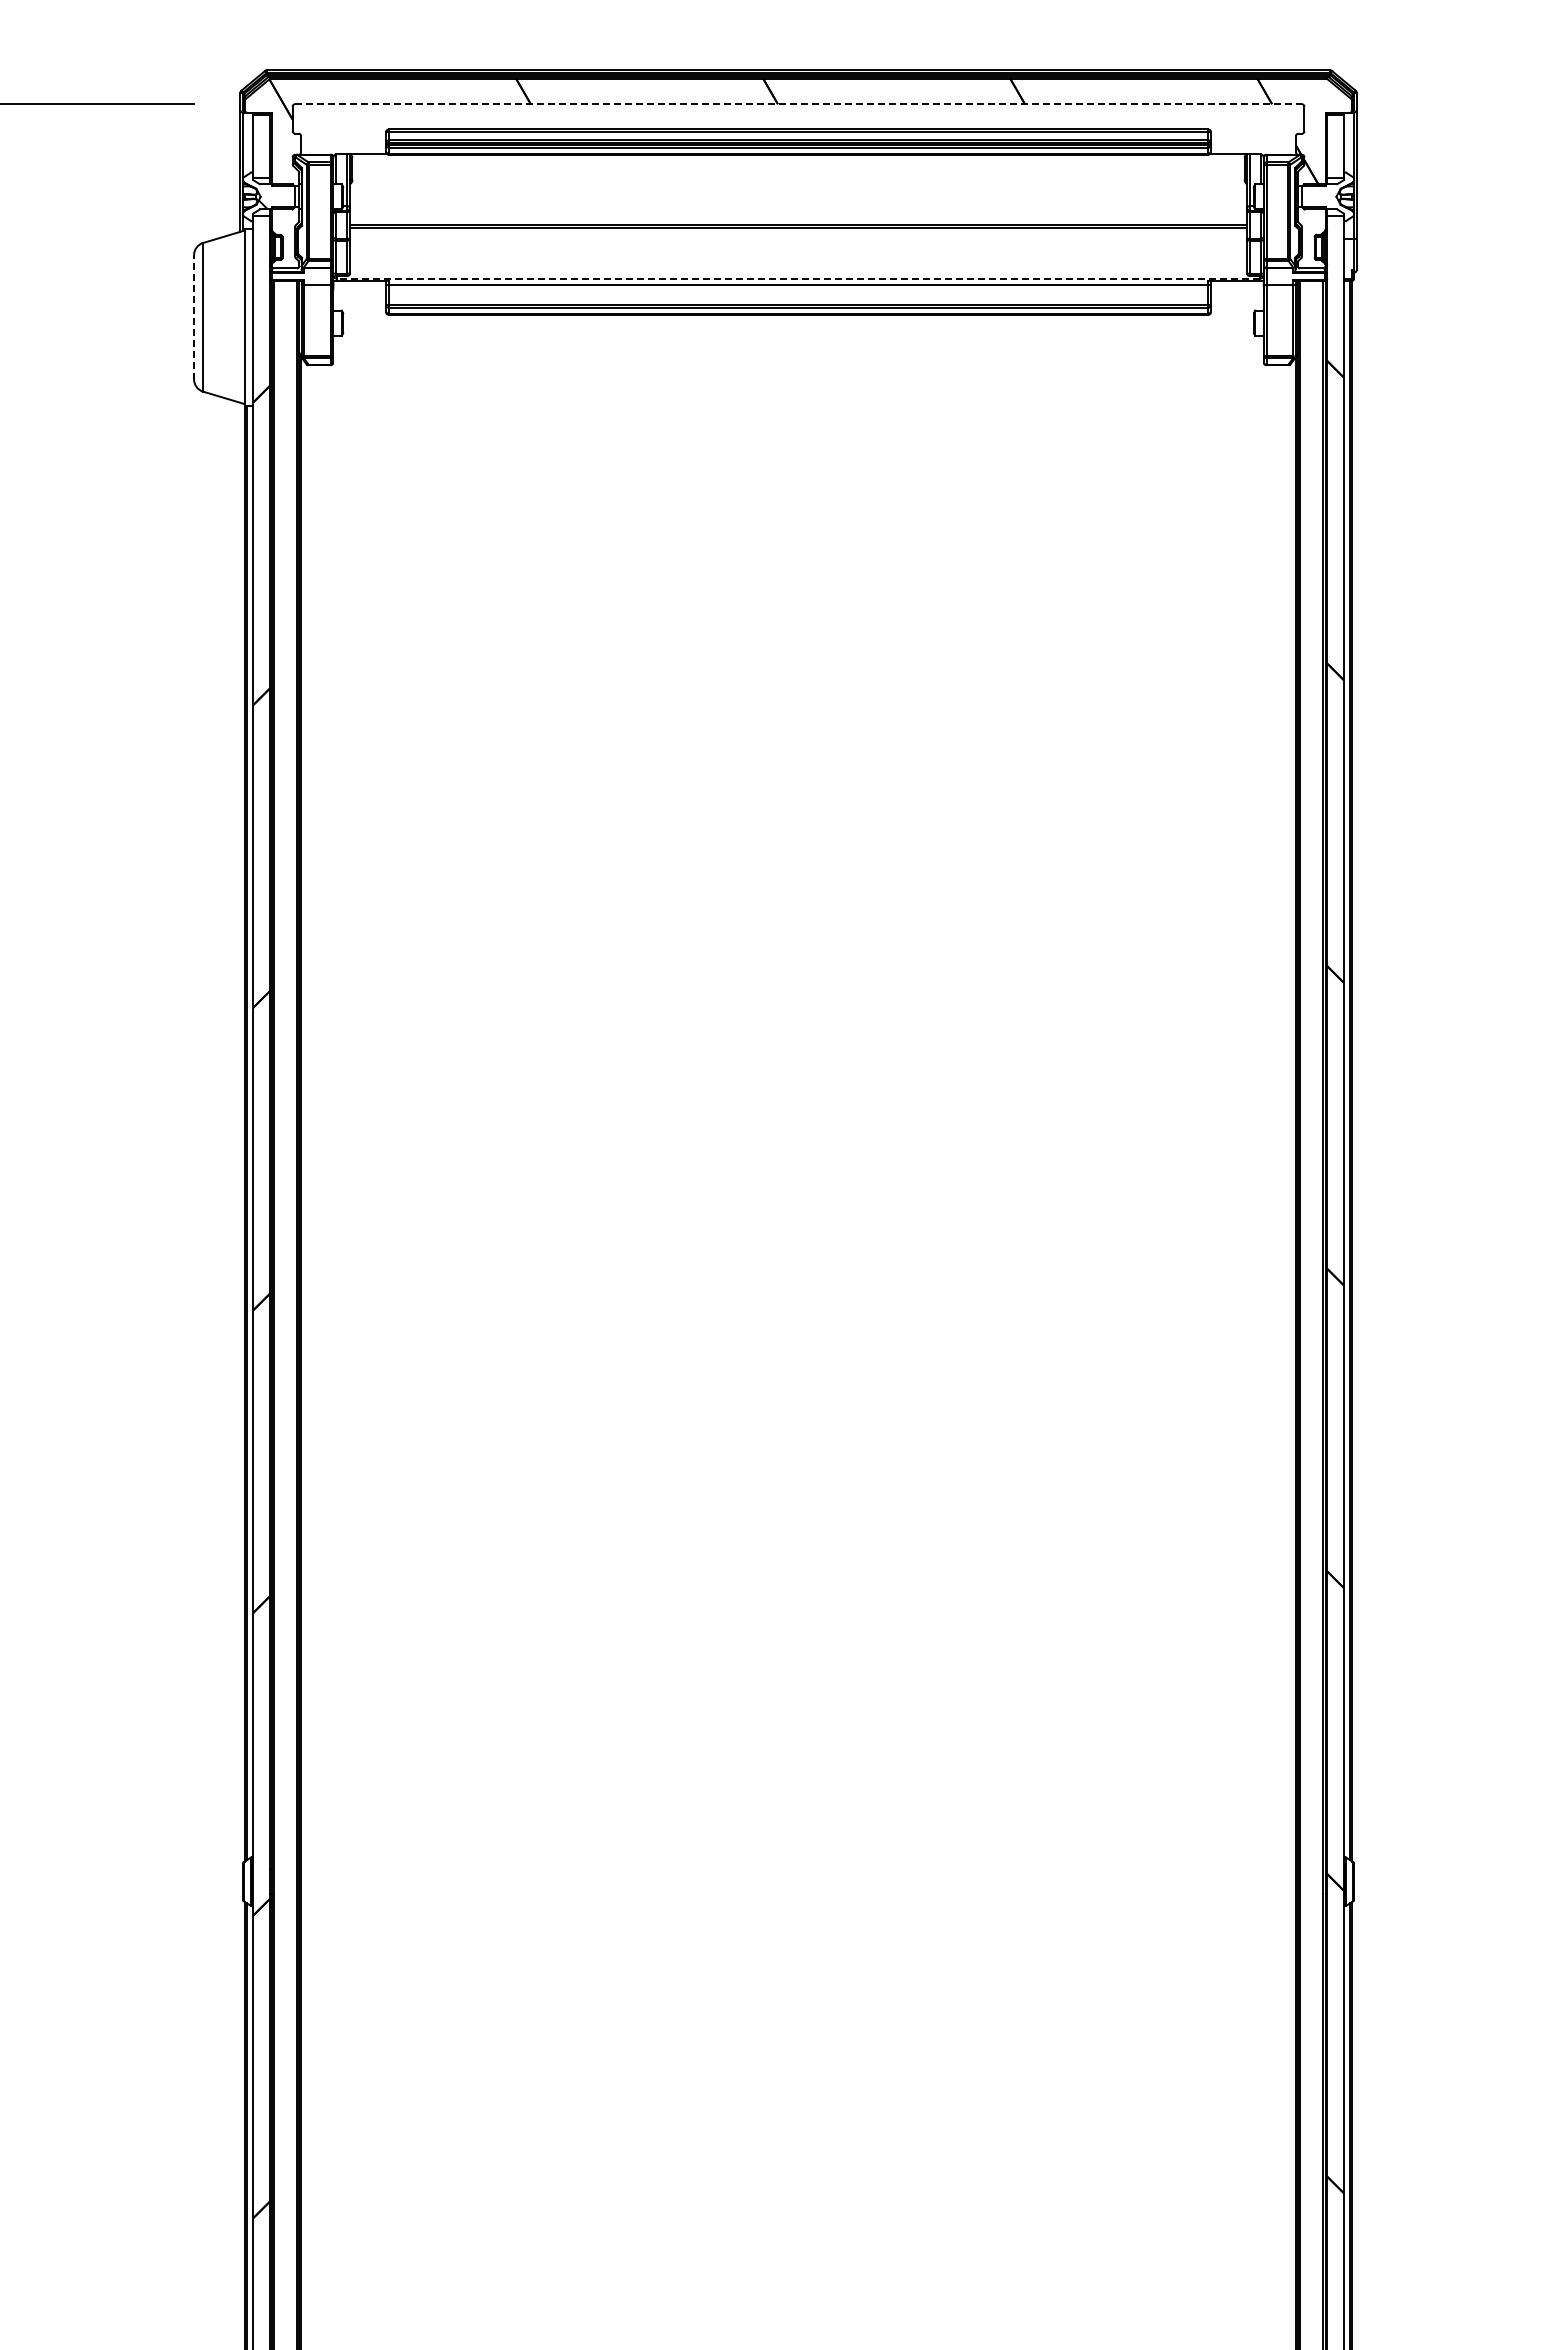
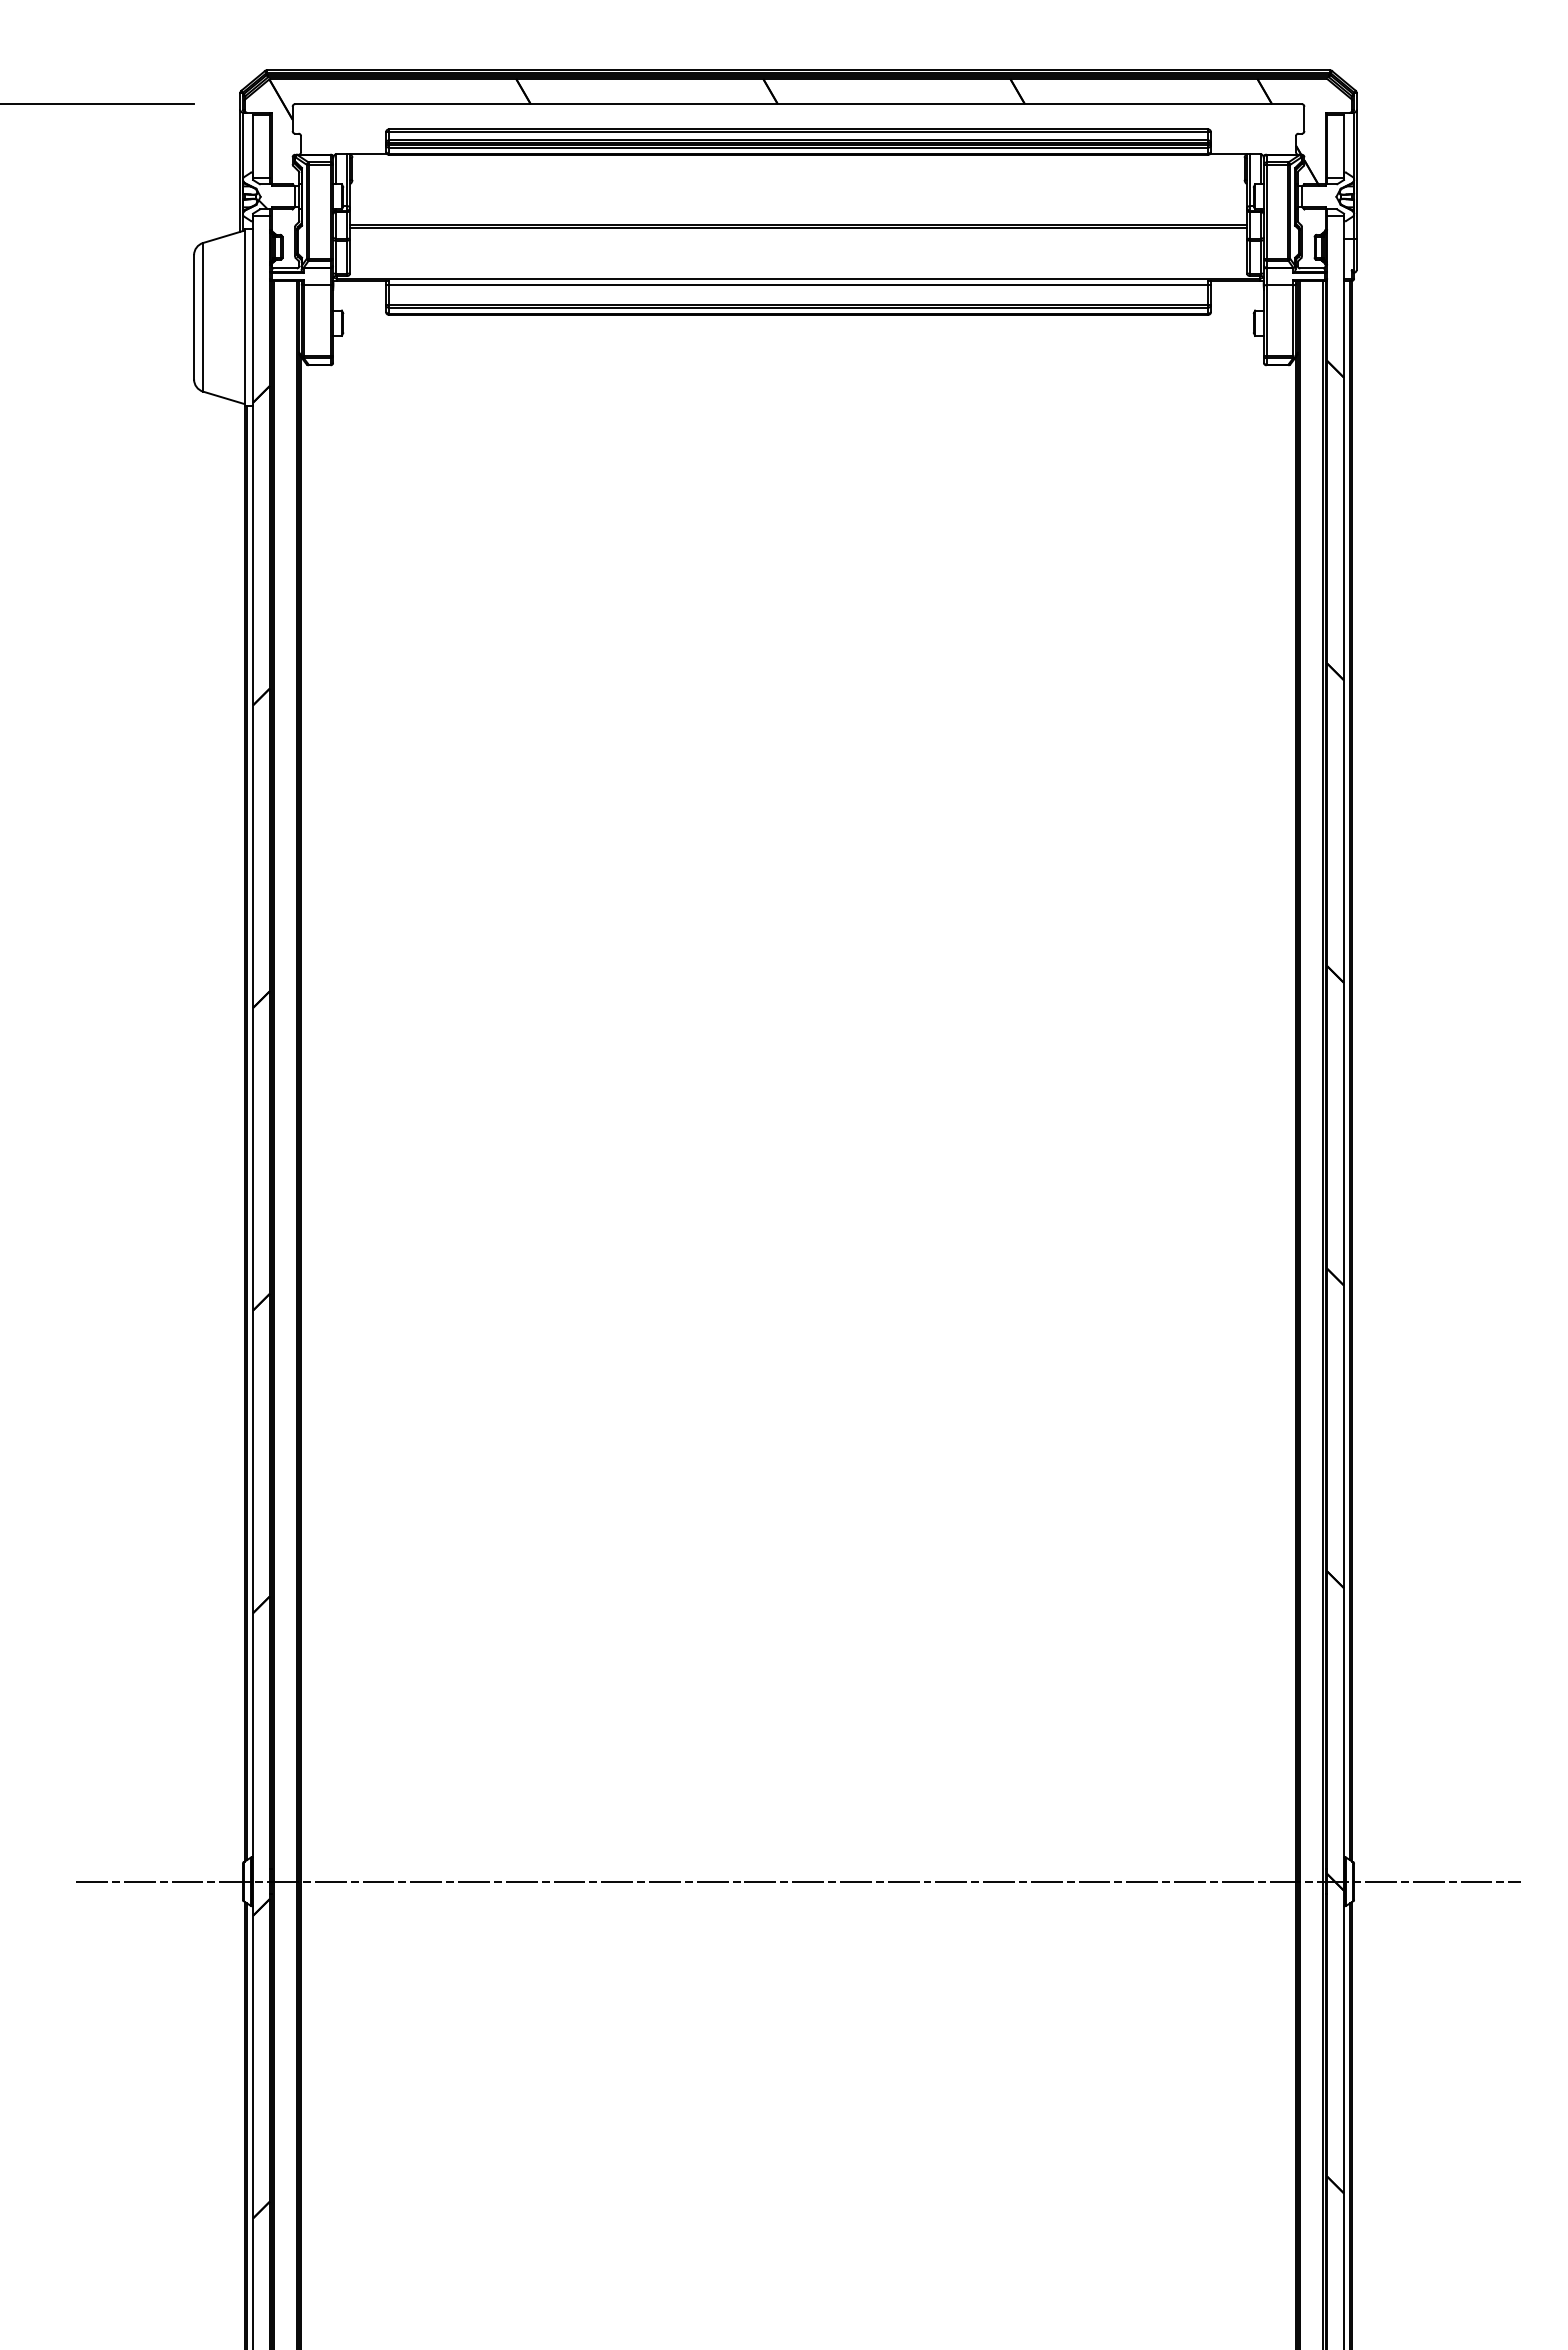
line at (799, 104): dashed -> solid
line at (798, 278): dashed -> solid
line at (194, 316): dashed -> solid
line at (798, 1881): none -> present
